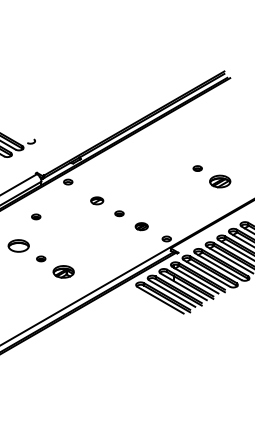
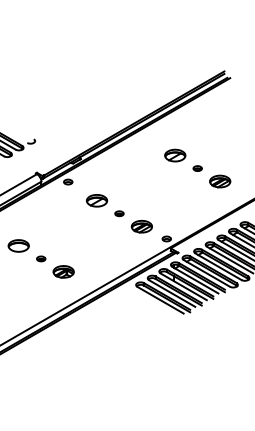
part at (175, 155): none -> present
part at (97, 200) size: 15x10 px -> 23x14 px
part at (36, 216): present -> none
part at (141, 226) size: 15x10 px -> 23x15 px
